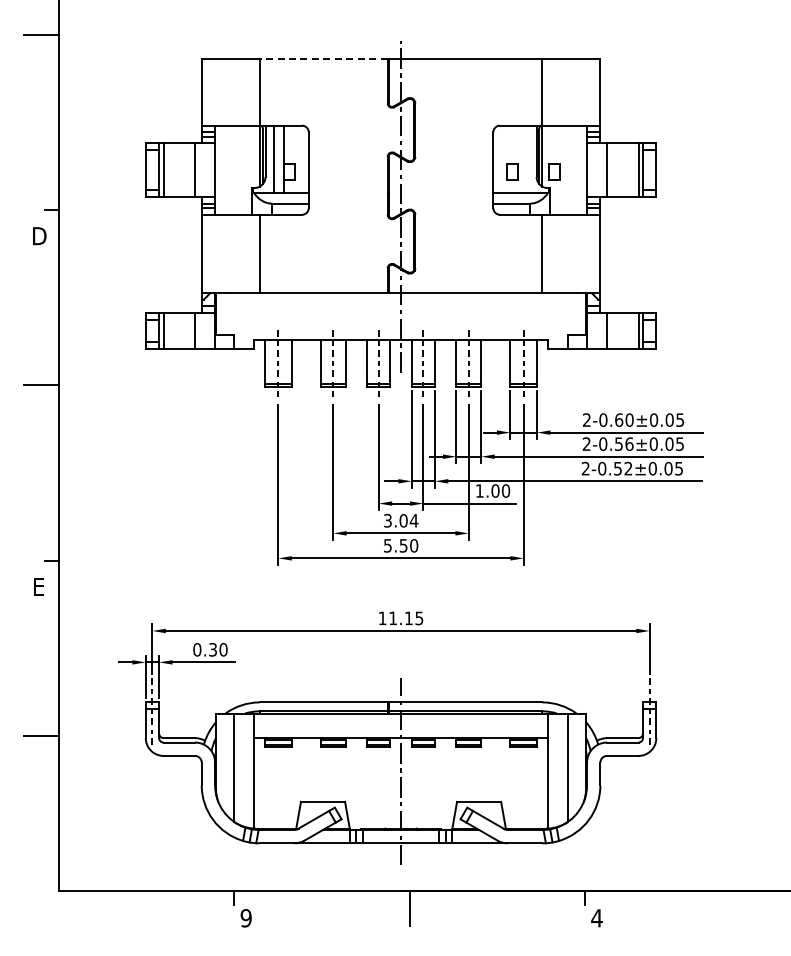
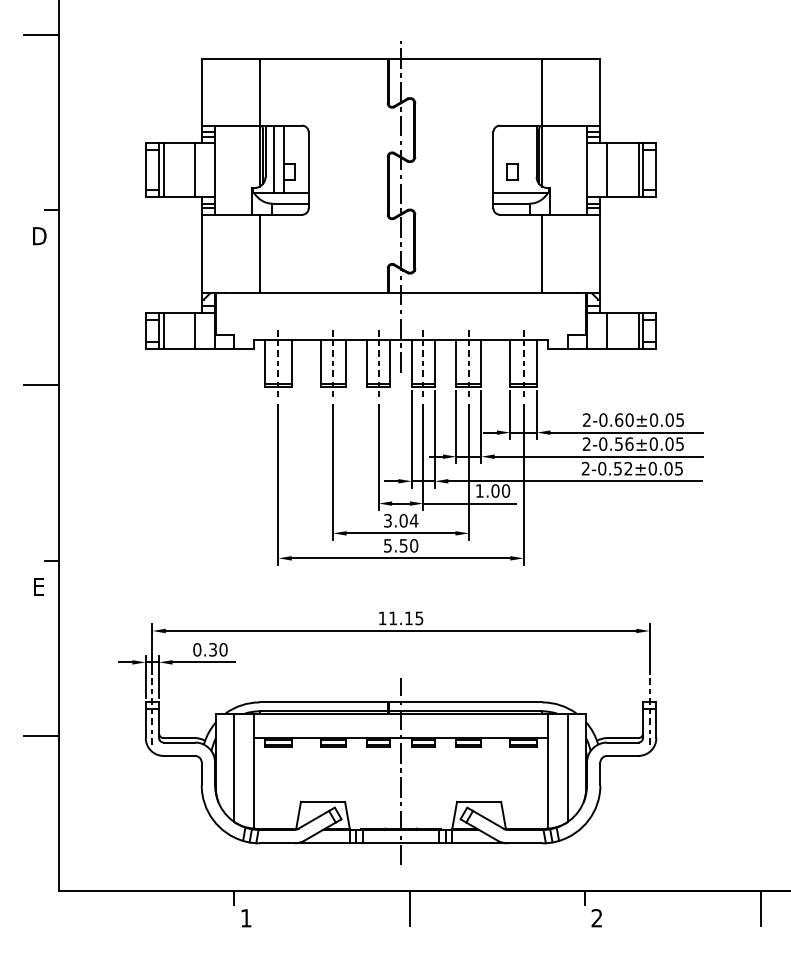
line at (323, 58): dashed -> solid
part at (554, 171): present -> none
line at (760, 907): none -> present
text at (245, 918): 9 -> 1
text at (596, 918): 4 -> 2
